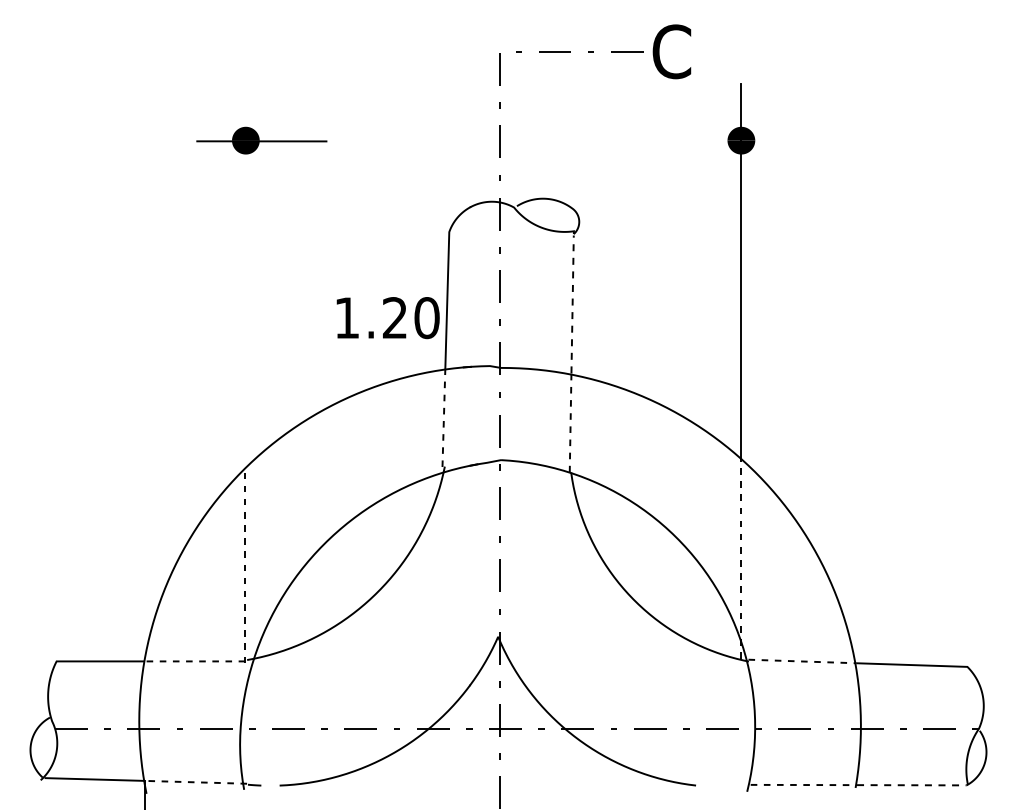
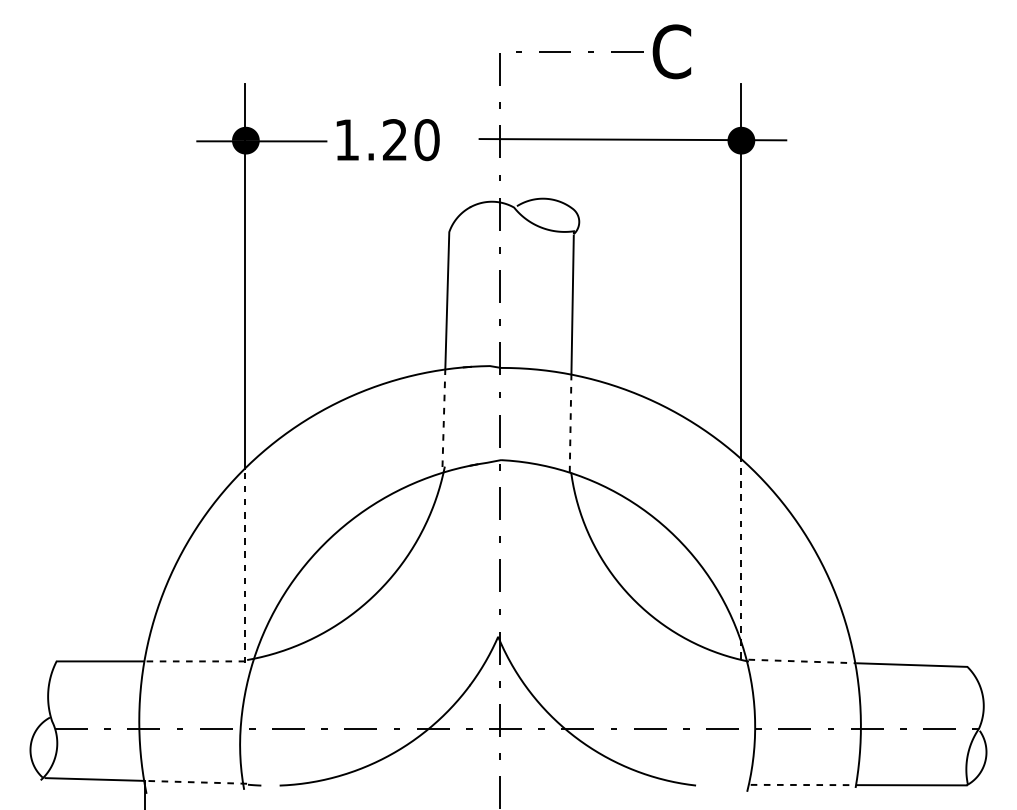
line at (632, 139): none -> present
line at (245, 276): none -> present
line at (572, 304): dashed -> solid
text at (387, 318) position: (387, 318) -> (387, 140)
line at (911, 785): dashed -> solid
